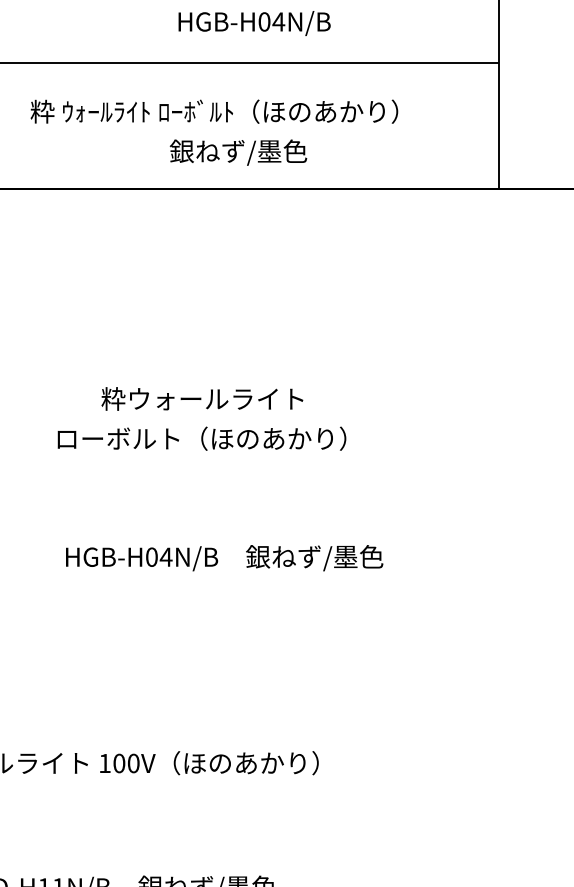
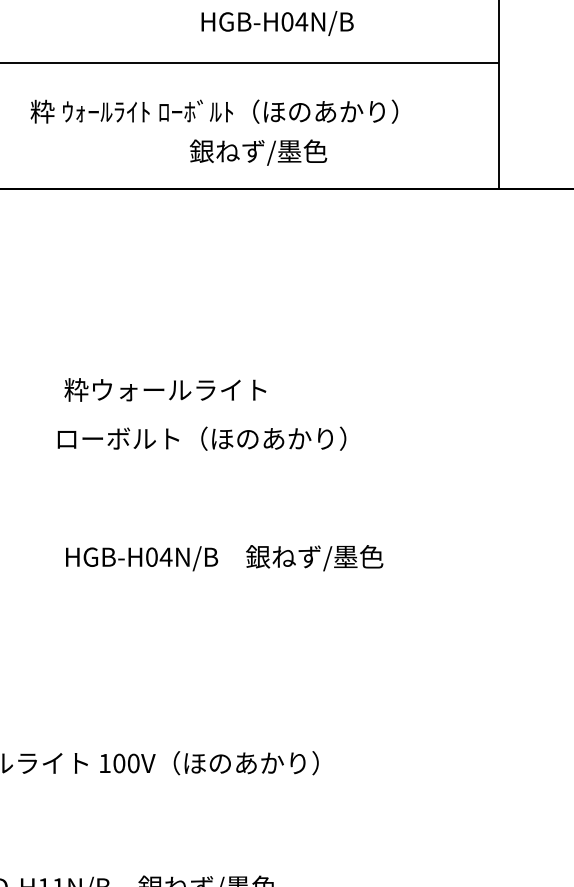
text at (254, 23) position: (254, 23) -> (277, 23)
text at (238, 152) position: (238, 152) -> (258, 152)
text at (202, 398) position: (202, 398) -> (165, 389)
